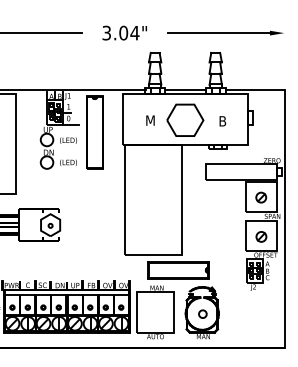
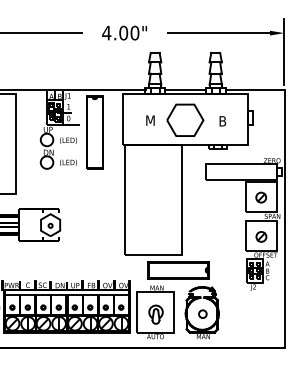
text at (120, 32): 3.04" -> 4.00"
line at (284, 51): none -> present
part at (155, 314): none -> present
